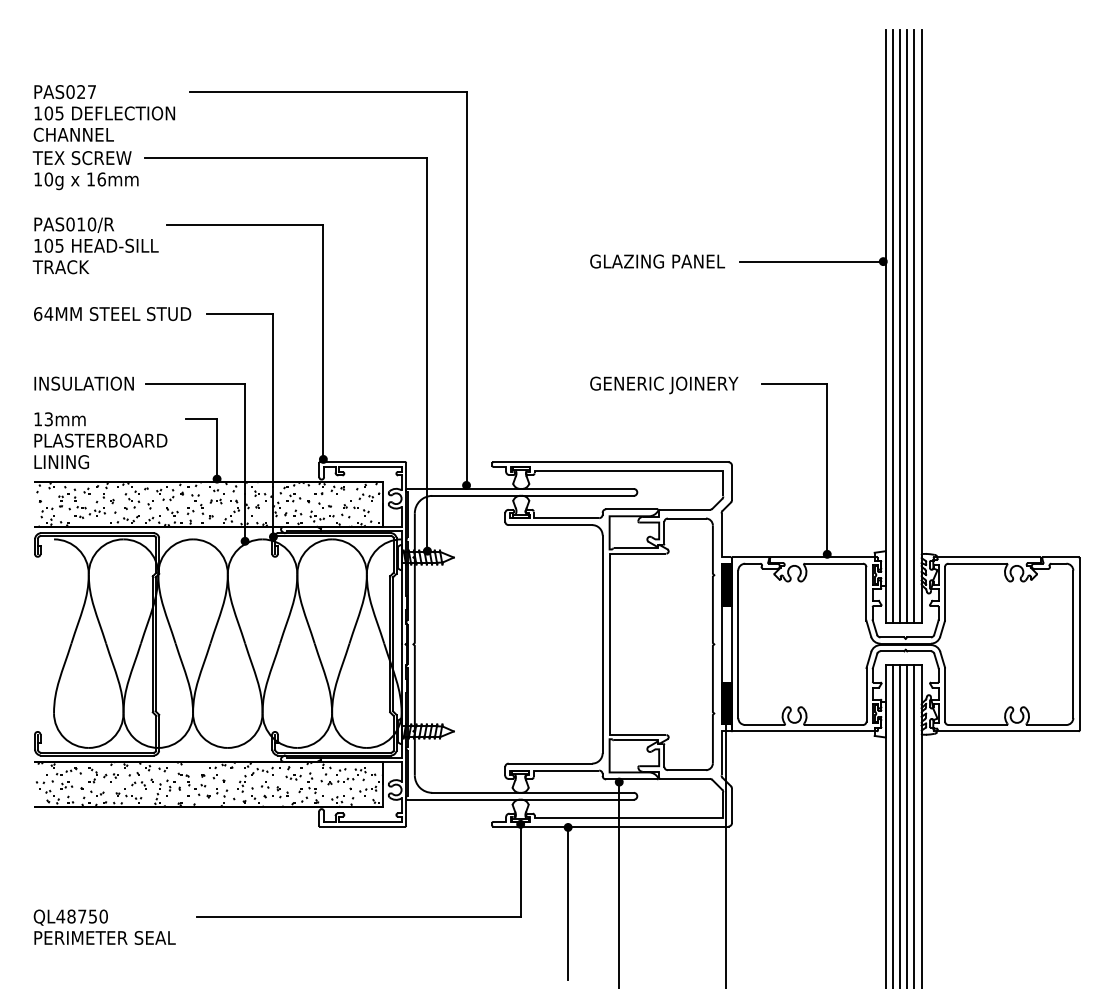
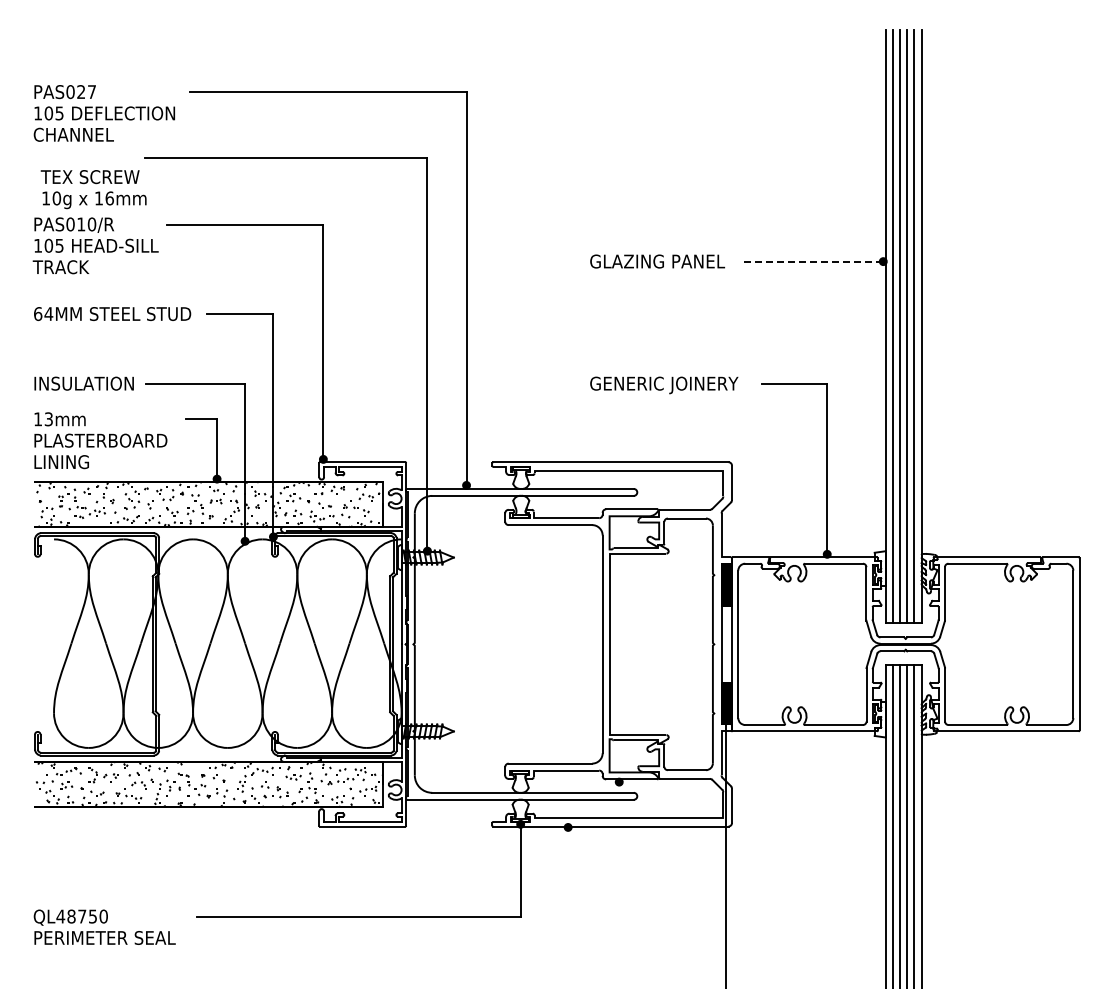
text at (85, 170) position: (85, 170) -> (93, 189)
line at (811, 261): solid -> dashed
line at (619, 883): present -> none
line at (568, 903): present -> none
